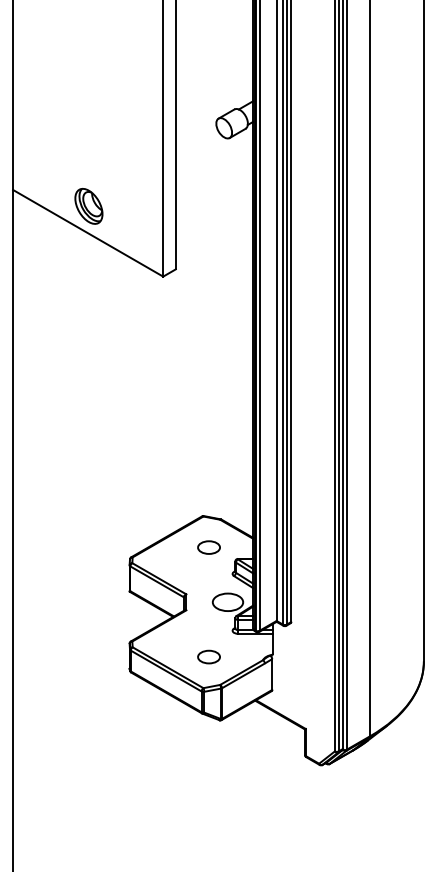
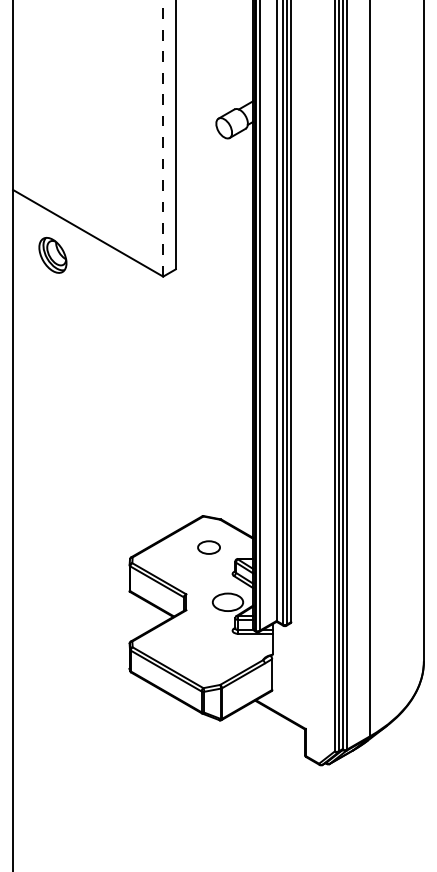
line at (163, 138): solid -> dashed
part at (88, 206) position: (88, 206) -> (52, 255)
part at (208, 656): present -> none
